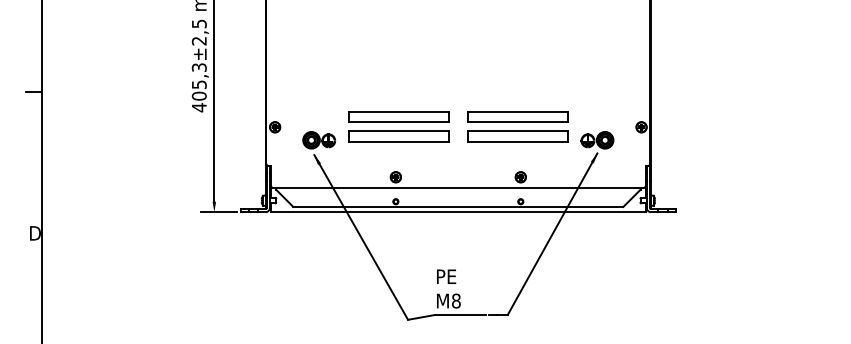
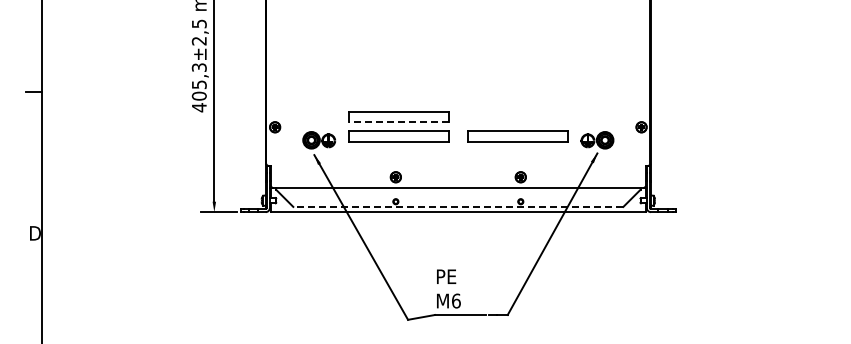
part at (517, 116): present -> none
line at (399, 122): solid -> dashed
line at (457, 206): solid -> dashed
text at (456, 300): M8 -> M6
